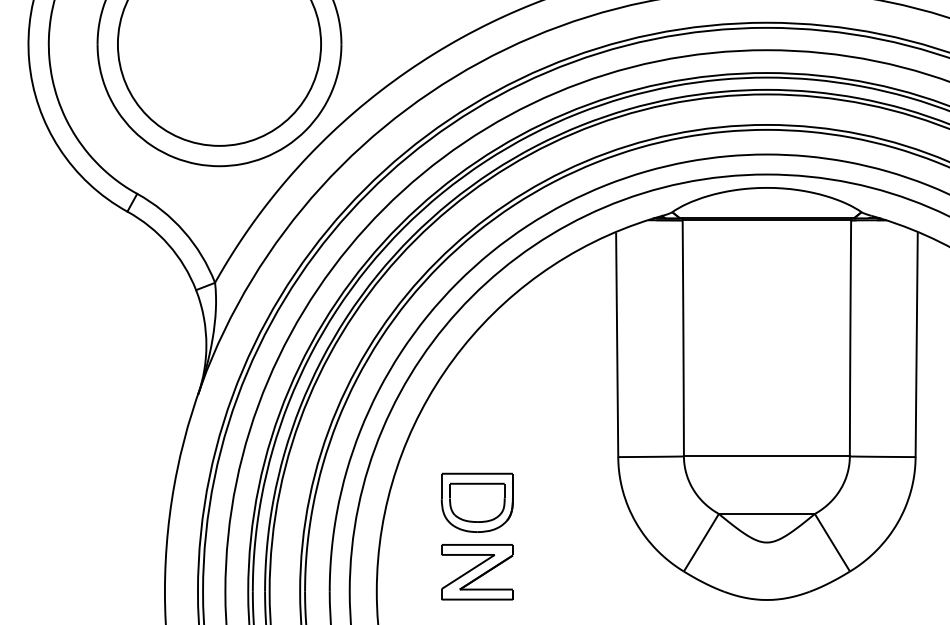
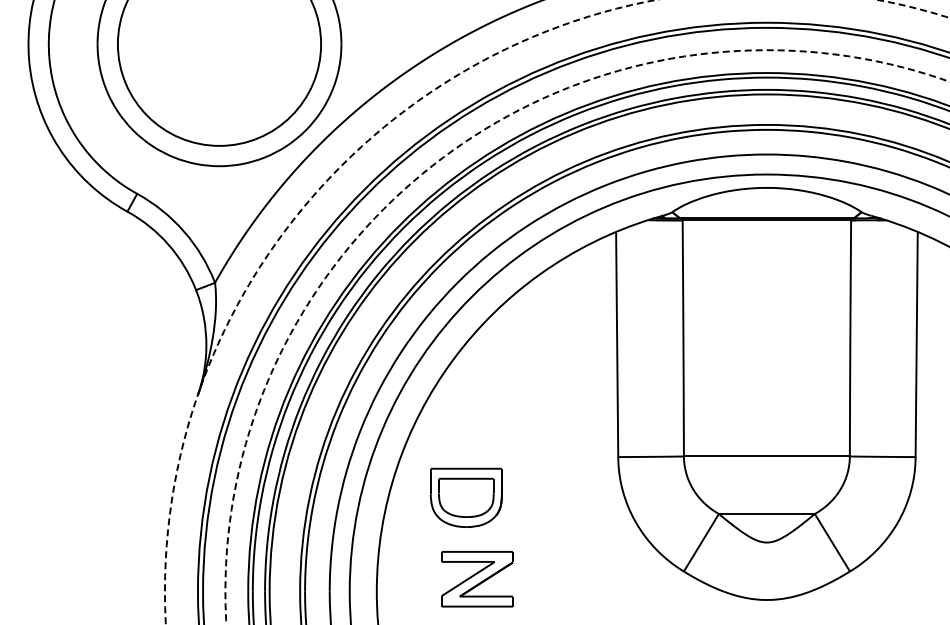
circle at (556, 312): solid -> dashed
circle at (587, 337): solid -> dashed
part at (476, 502) position: (476, 502) -> (465, 497)
part at (477, 572) position: (477, 572) -> (477, 579)
